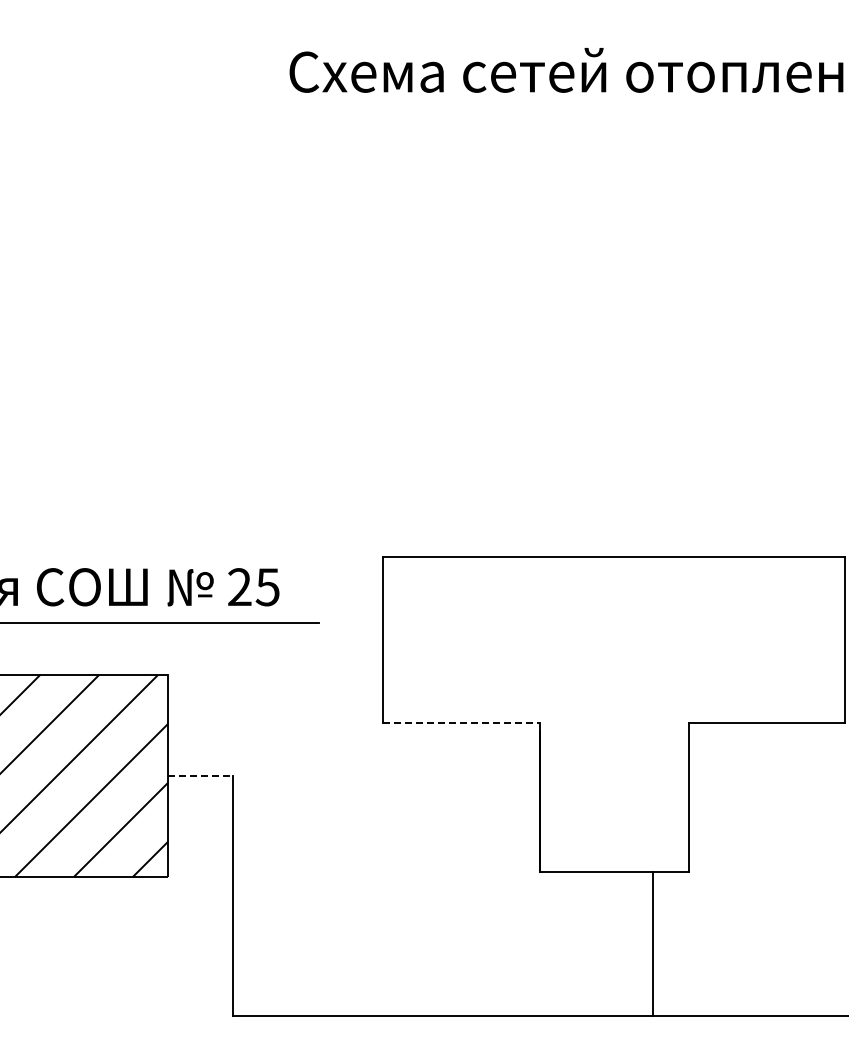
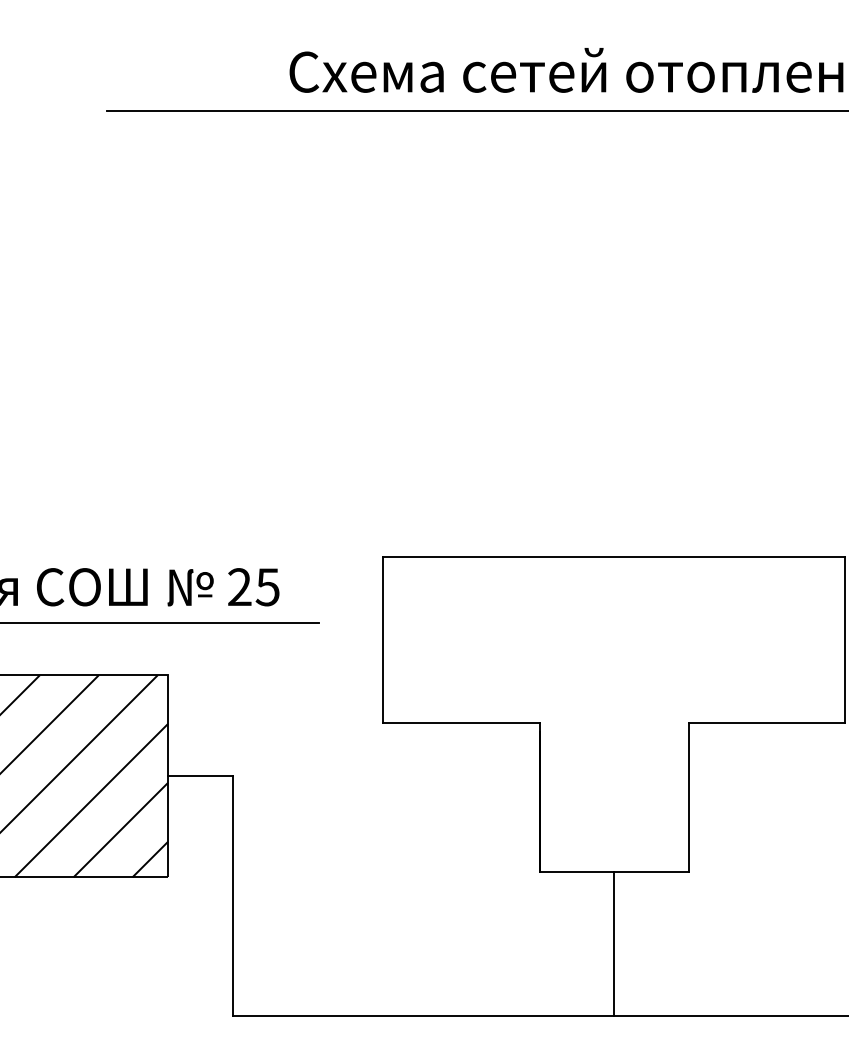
line at (475, 110): none -> present
line at (461, 722): dashed -> solid
line at (200, 776): dashed -> solid
line at (653, 943) position: (653, 943) -> (614, 943)
